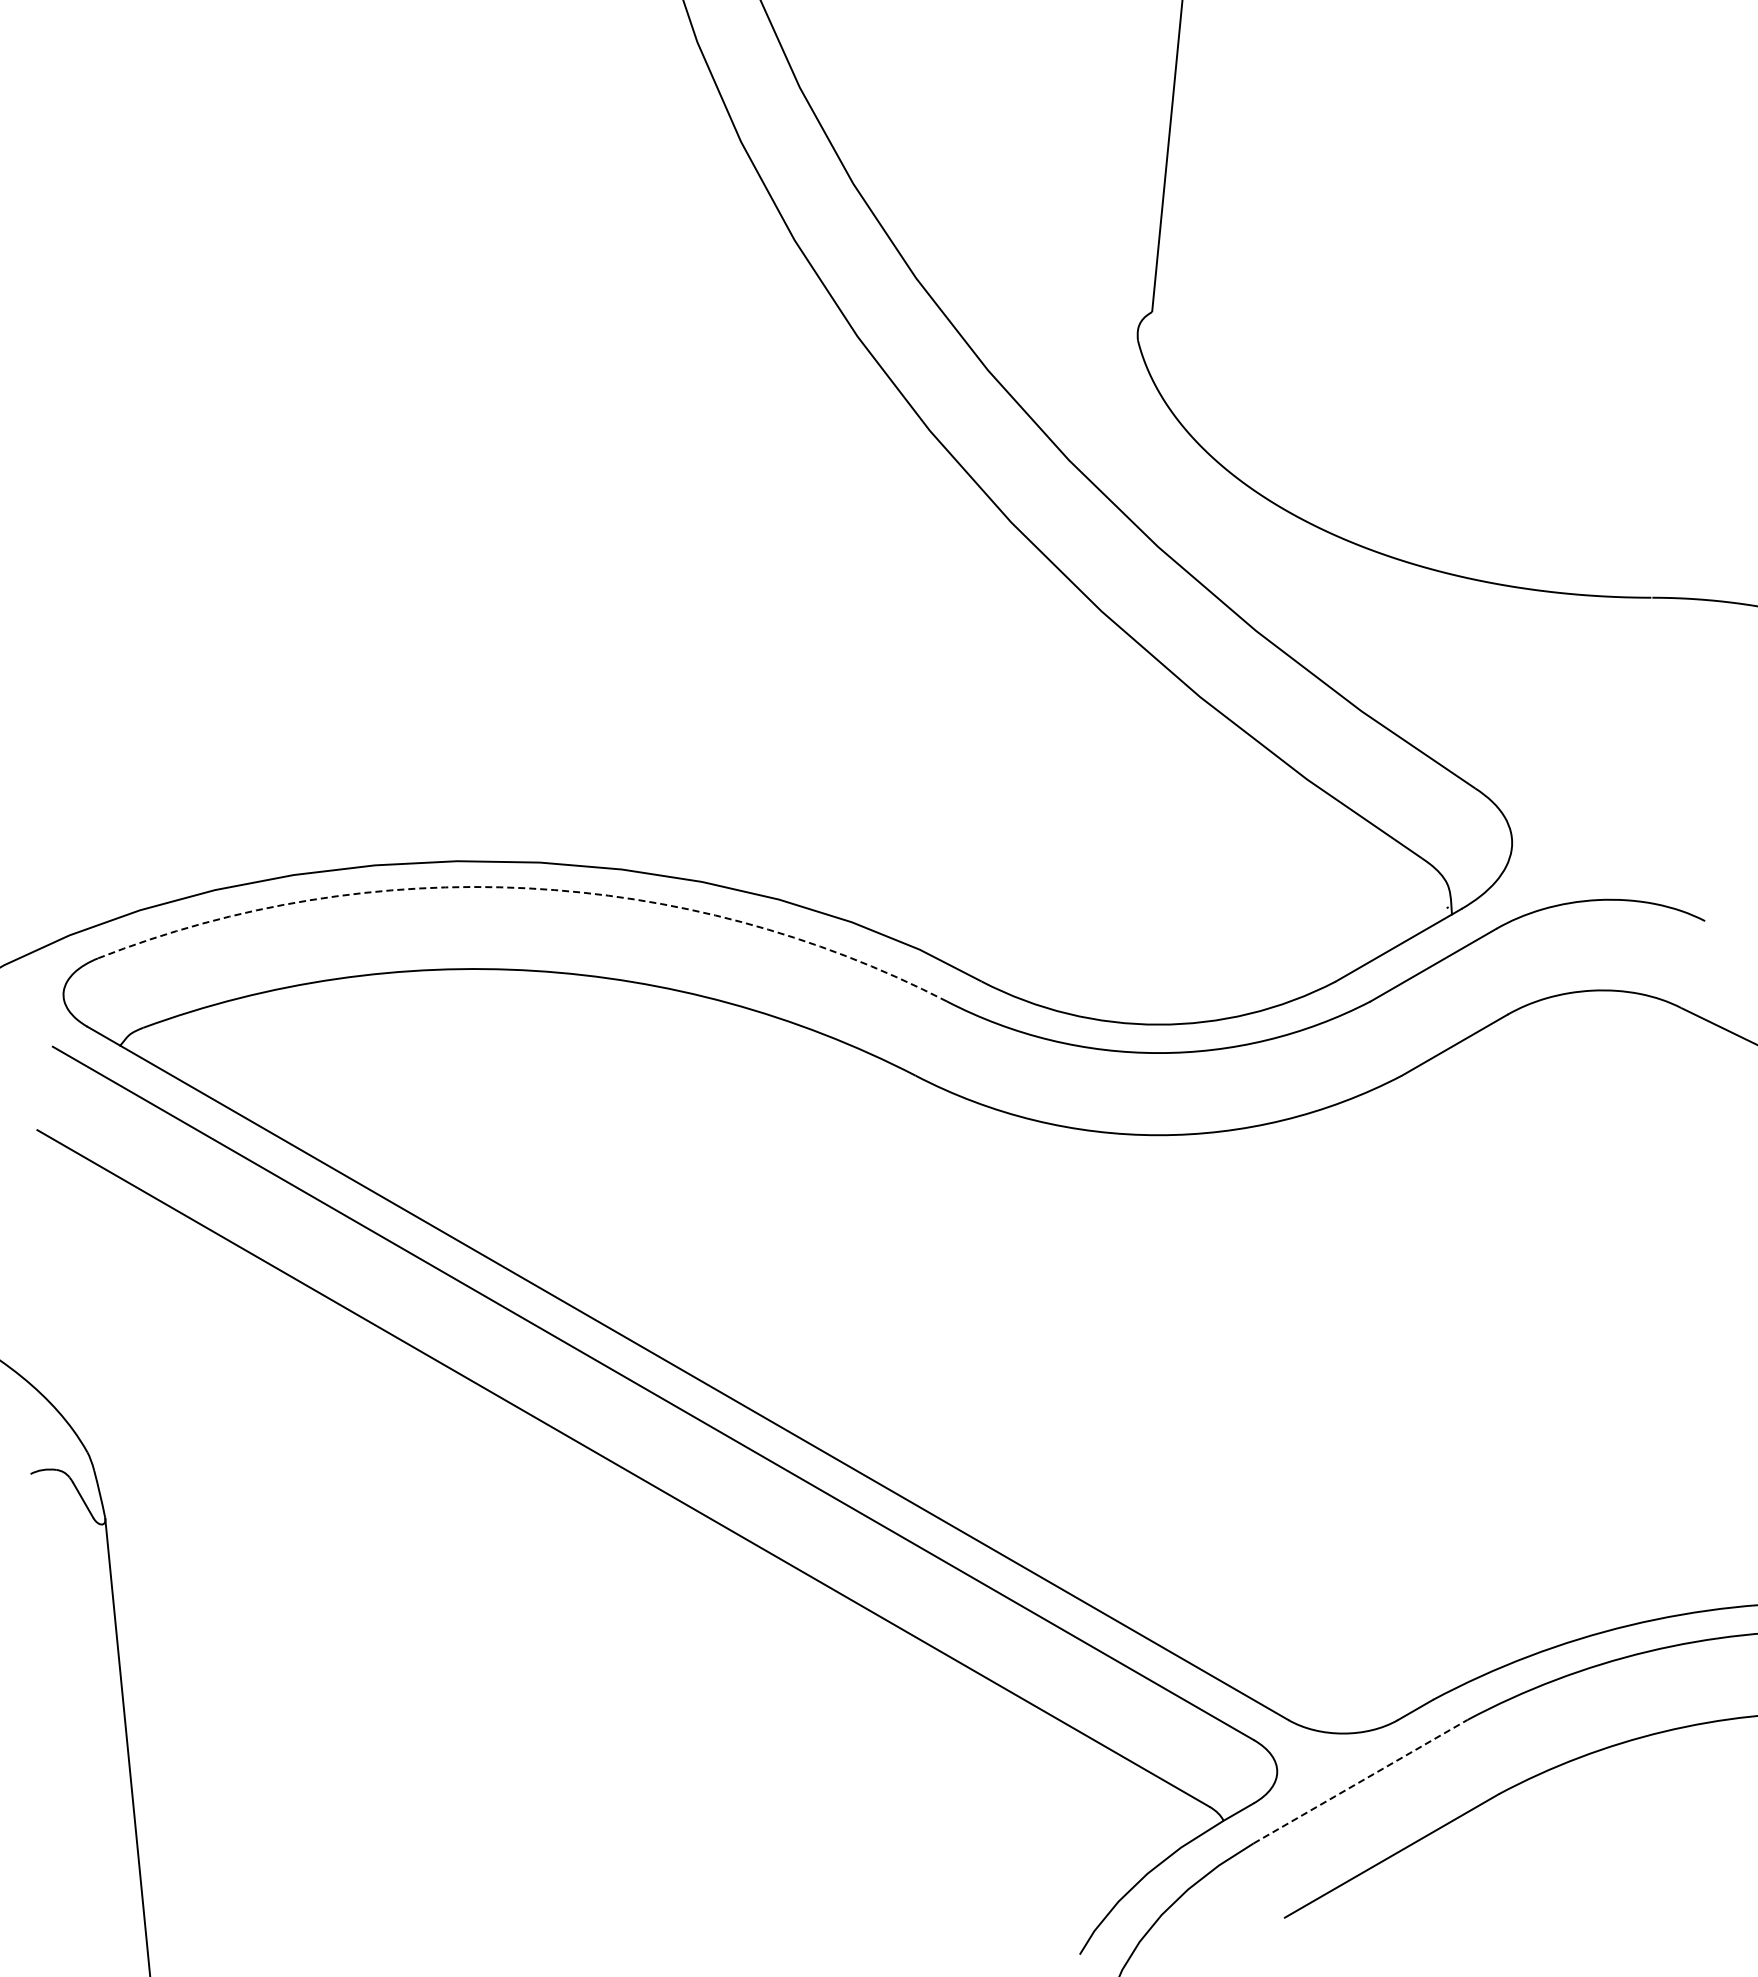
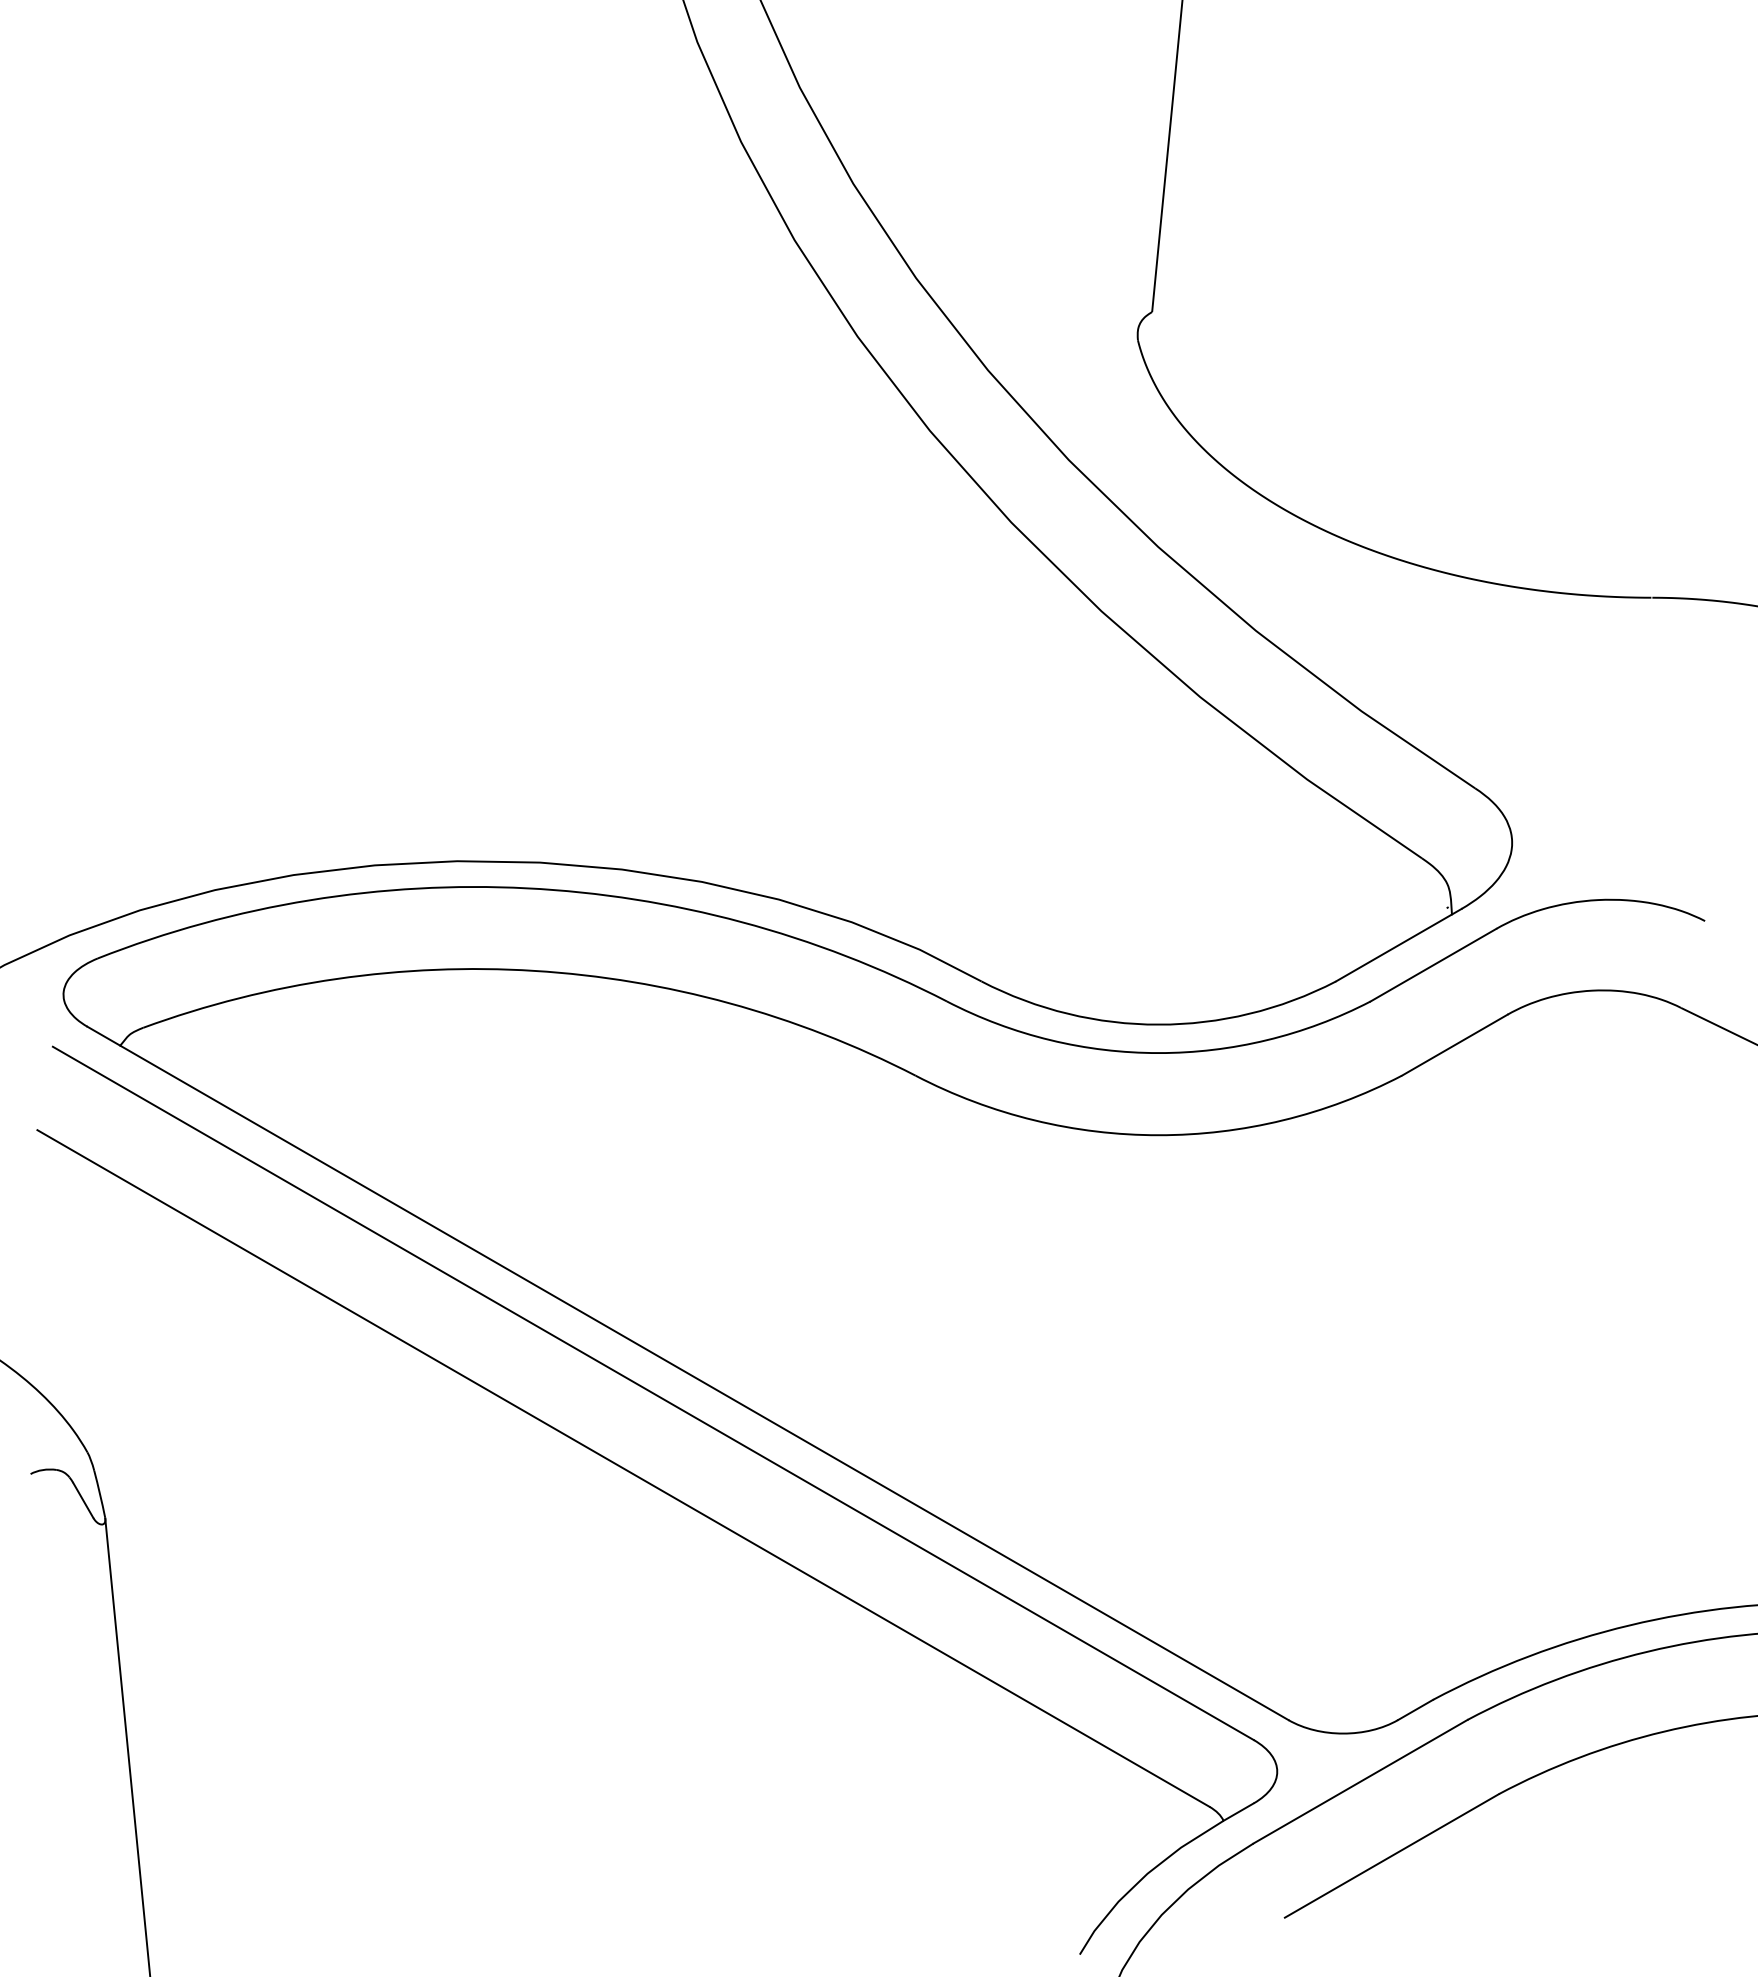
arc at (527, 888): dashed -> solid
line at (1360, 1781): dashed -> solid
